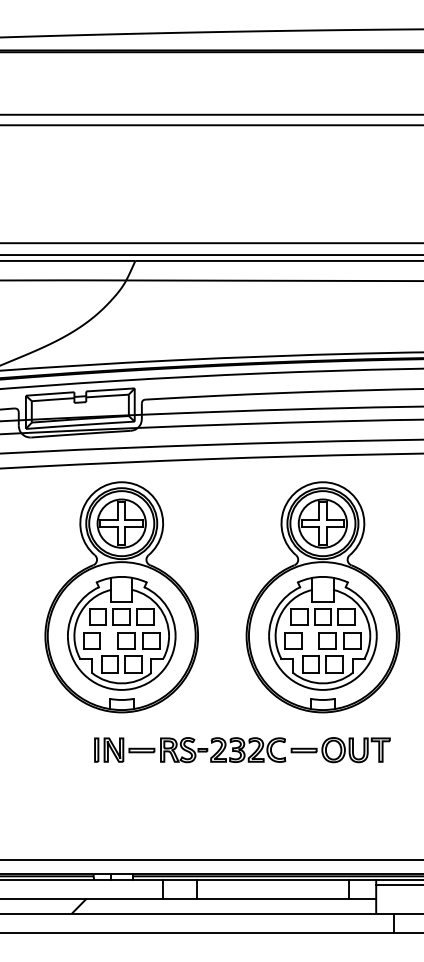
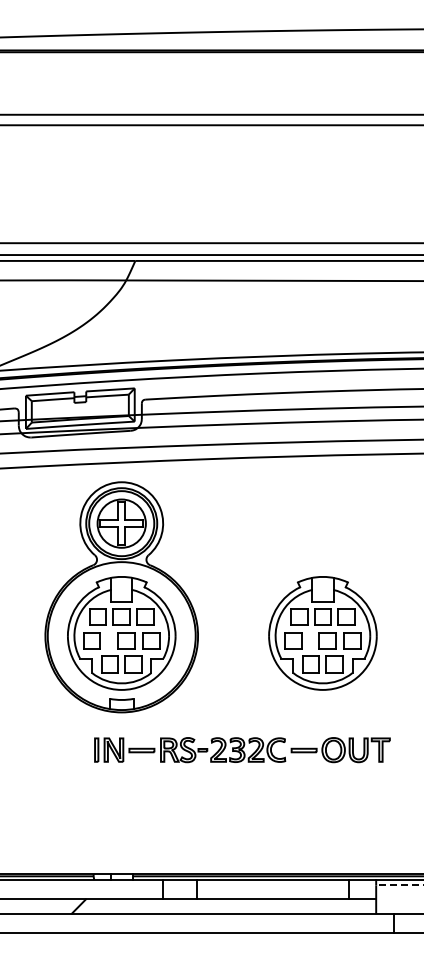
part at (322, 597): present -> none
line at (211, 859): present -> none
line at (399, 885): solid -> dashed
